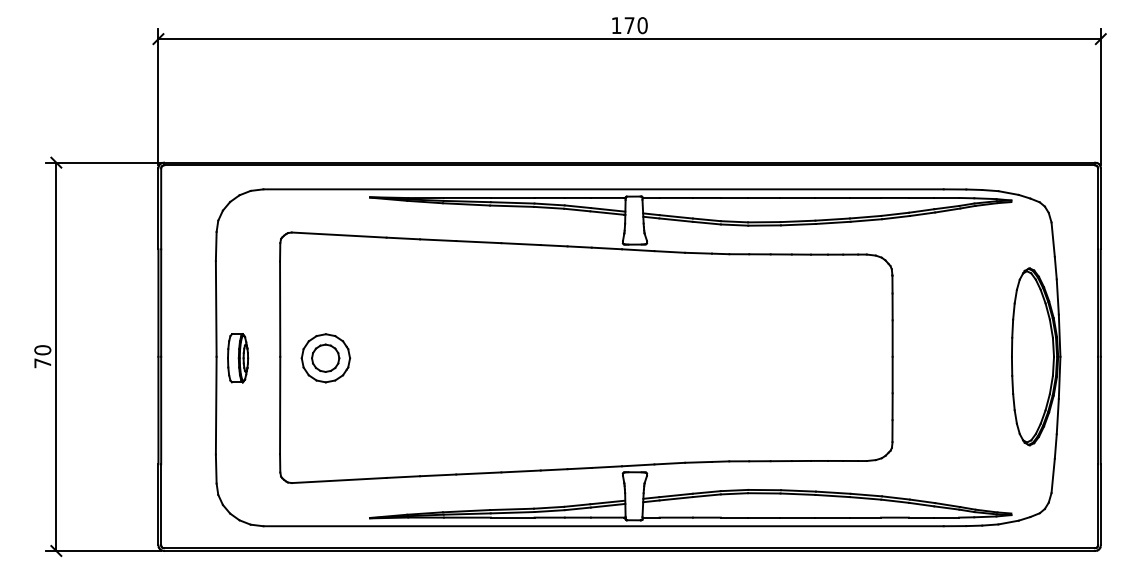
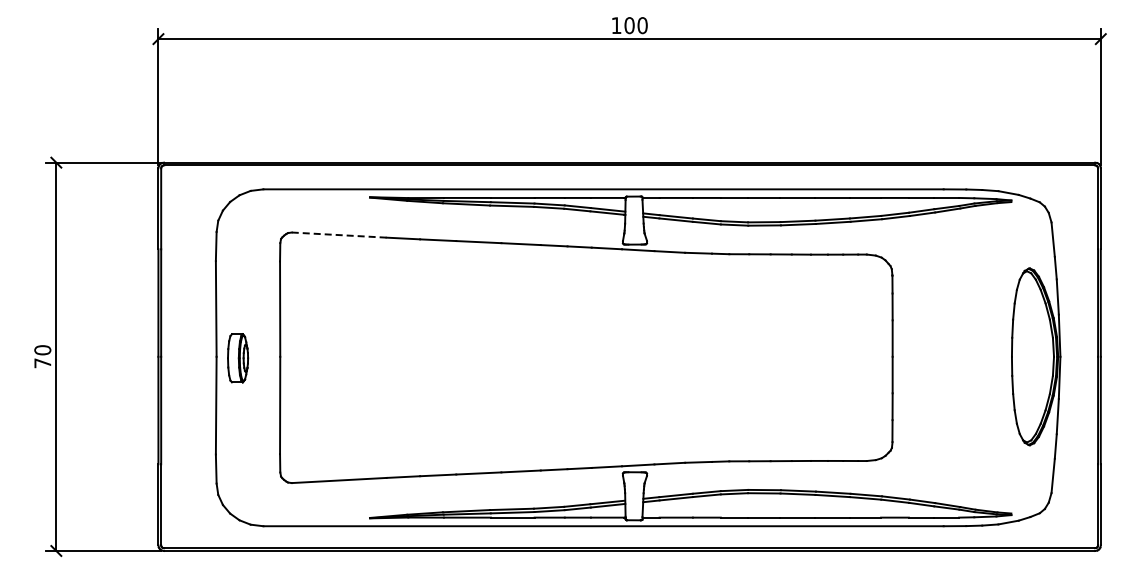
text at (629, 25): 170 -> 100
line at (339, 235): solid -> dashed
part at (325, 358): present -> none
